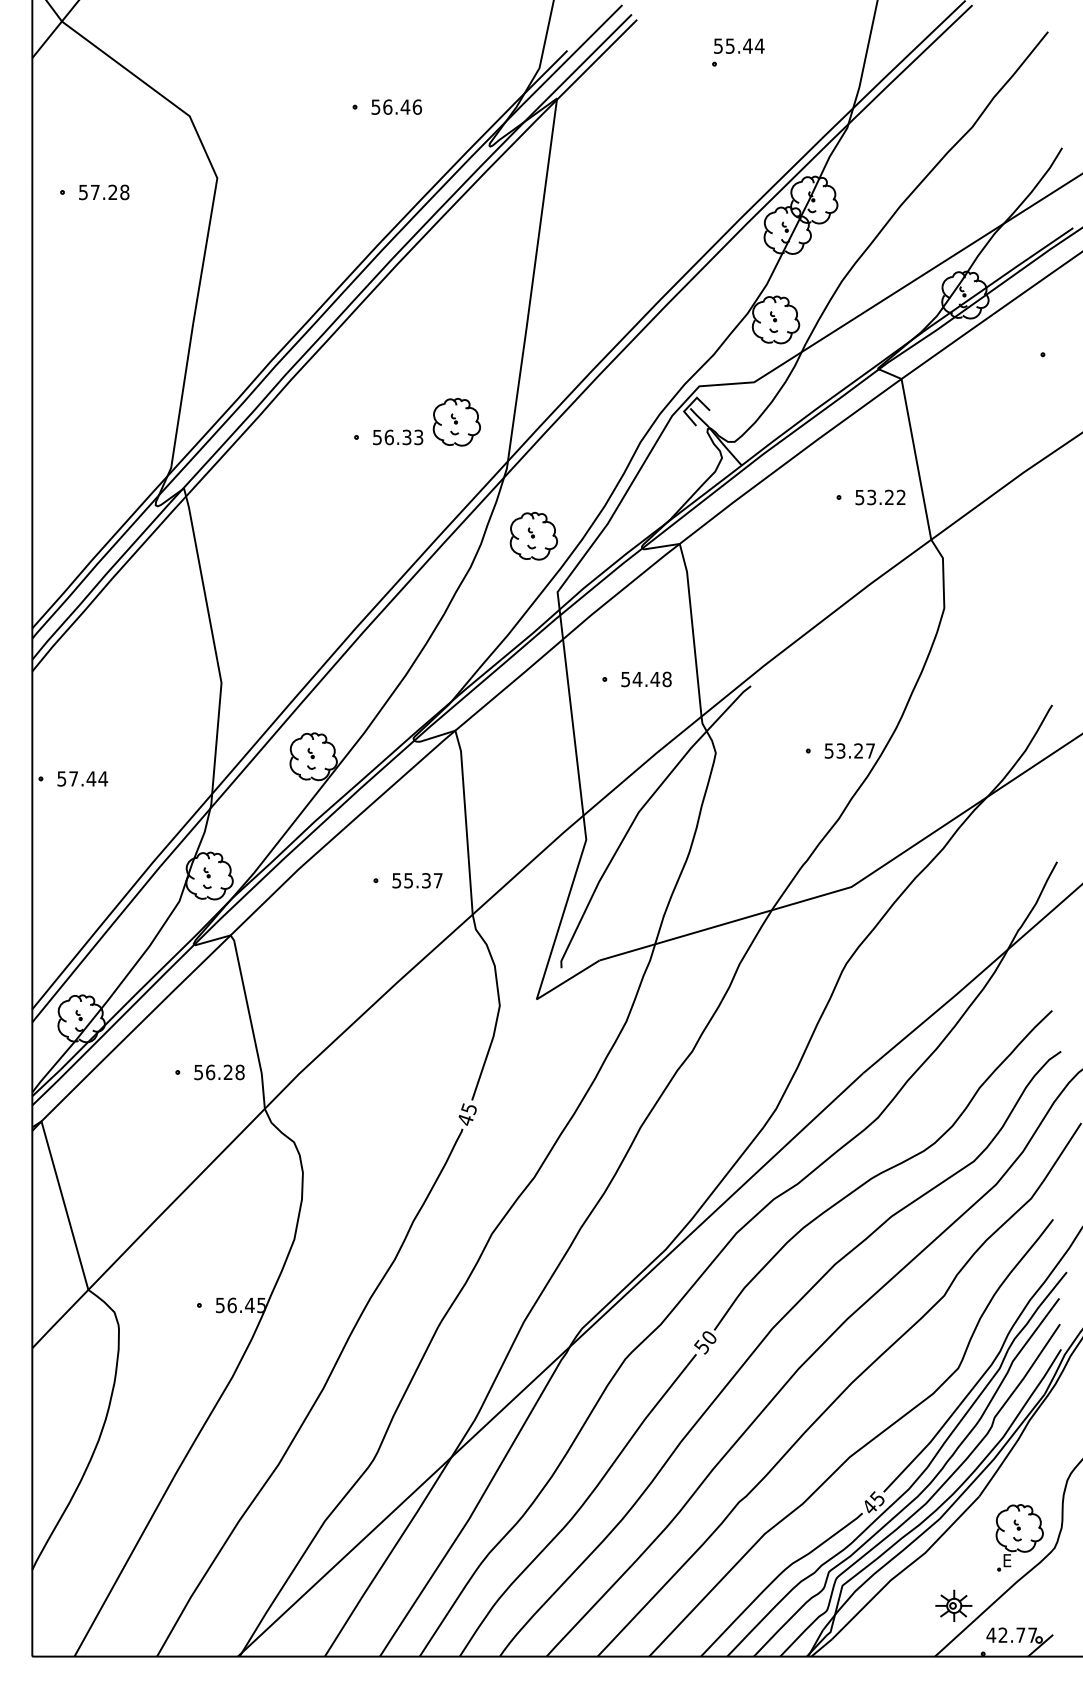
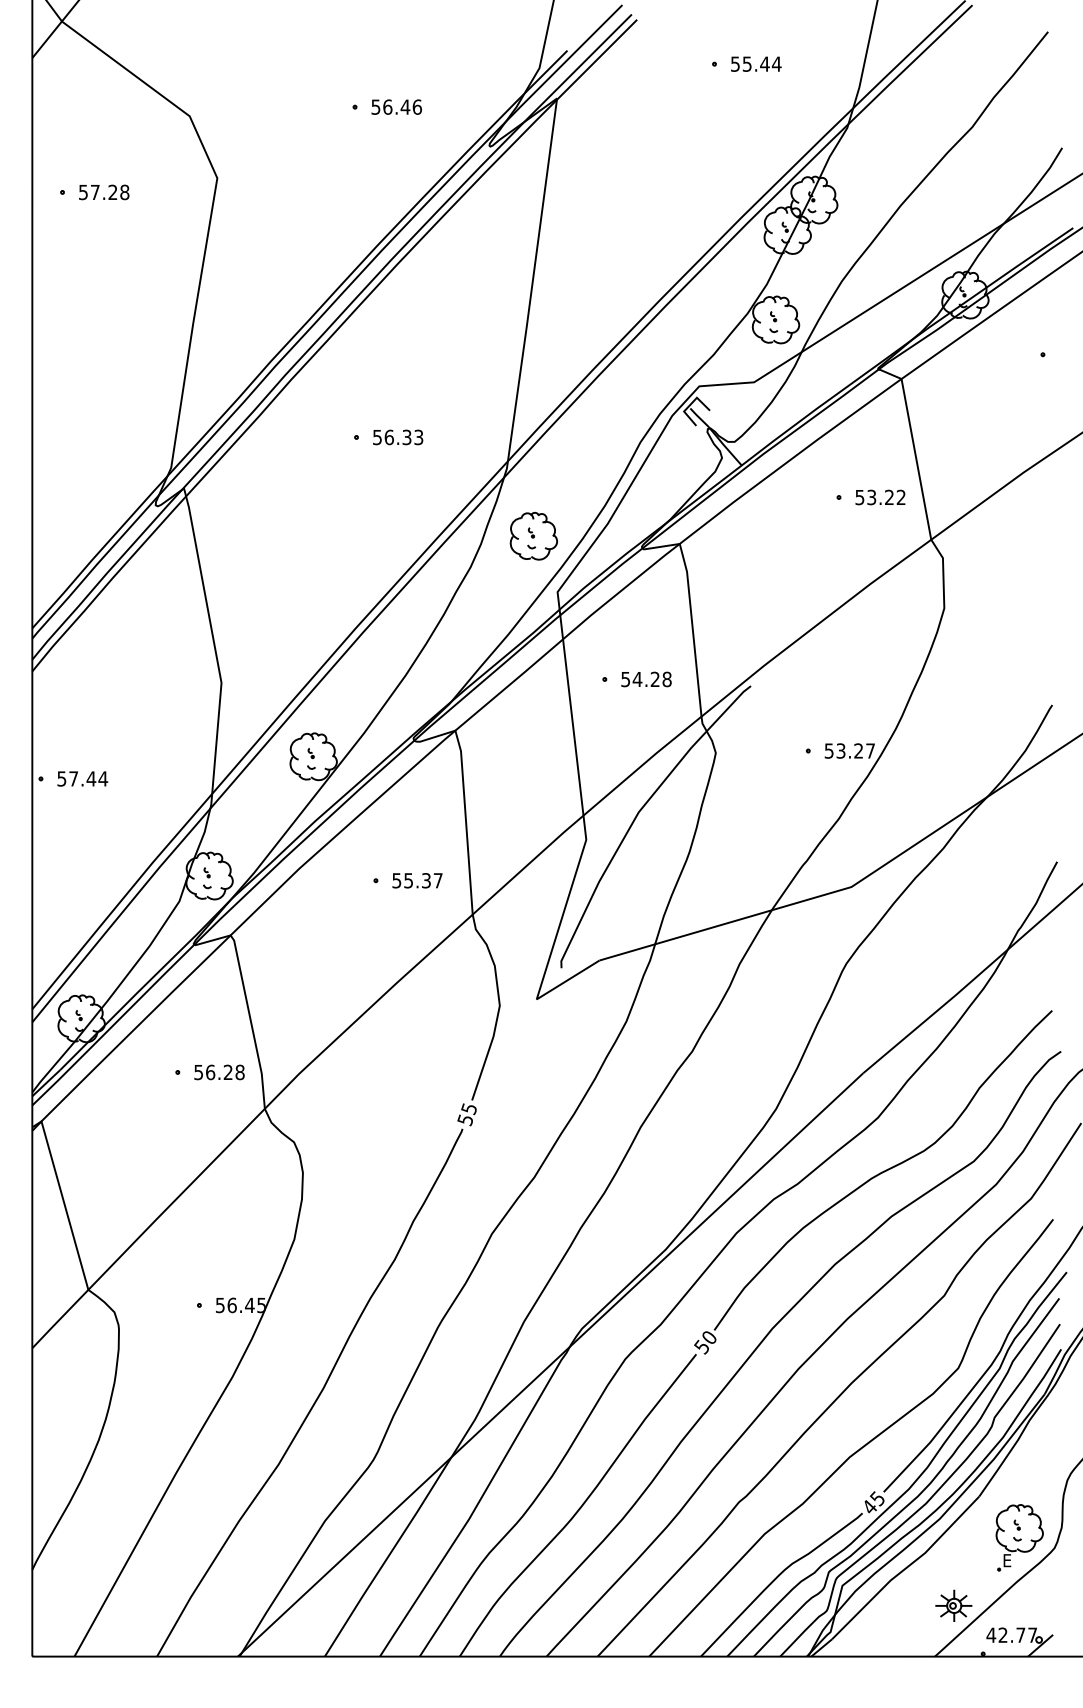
text at (739, 45) position: (739, 45) -> (756, 63)
part at (456, 422): present -> none
text at (655, 678): 54.48 -> 54.28
text at (465, 1120): 45 -> 55
